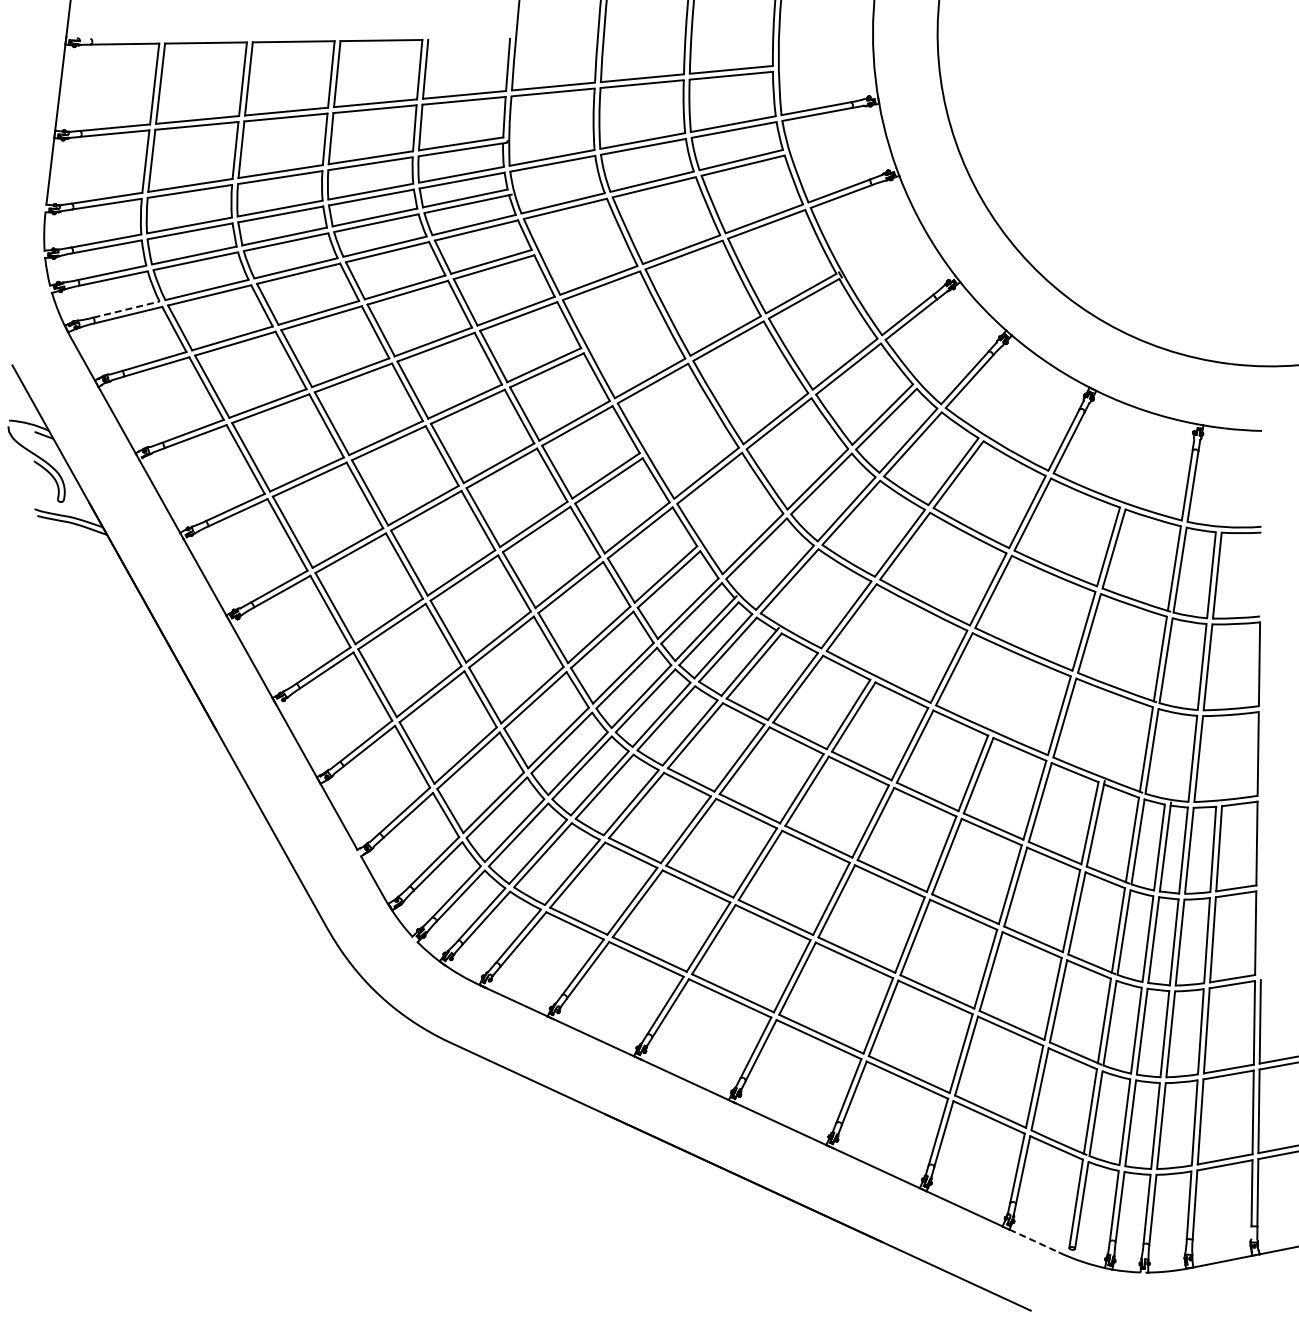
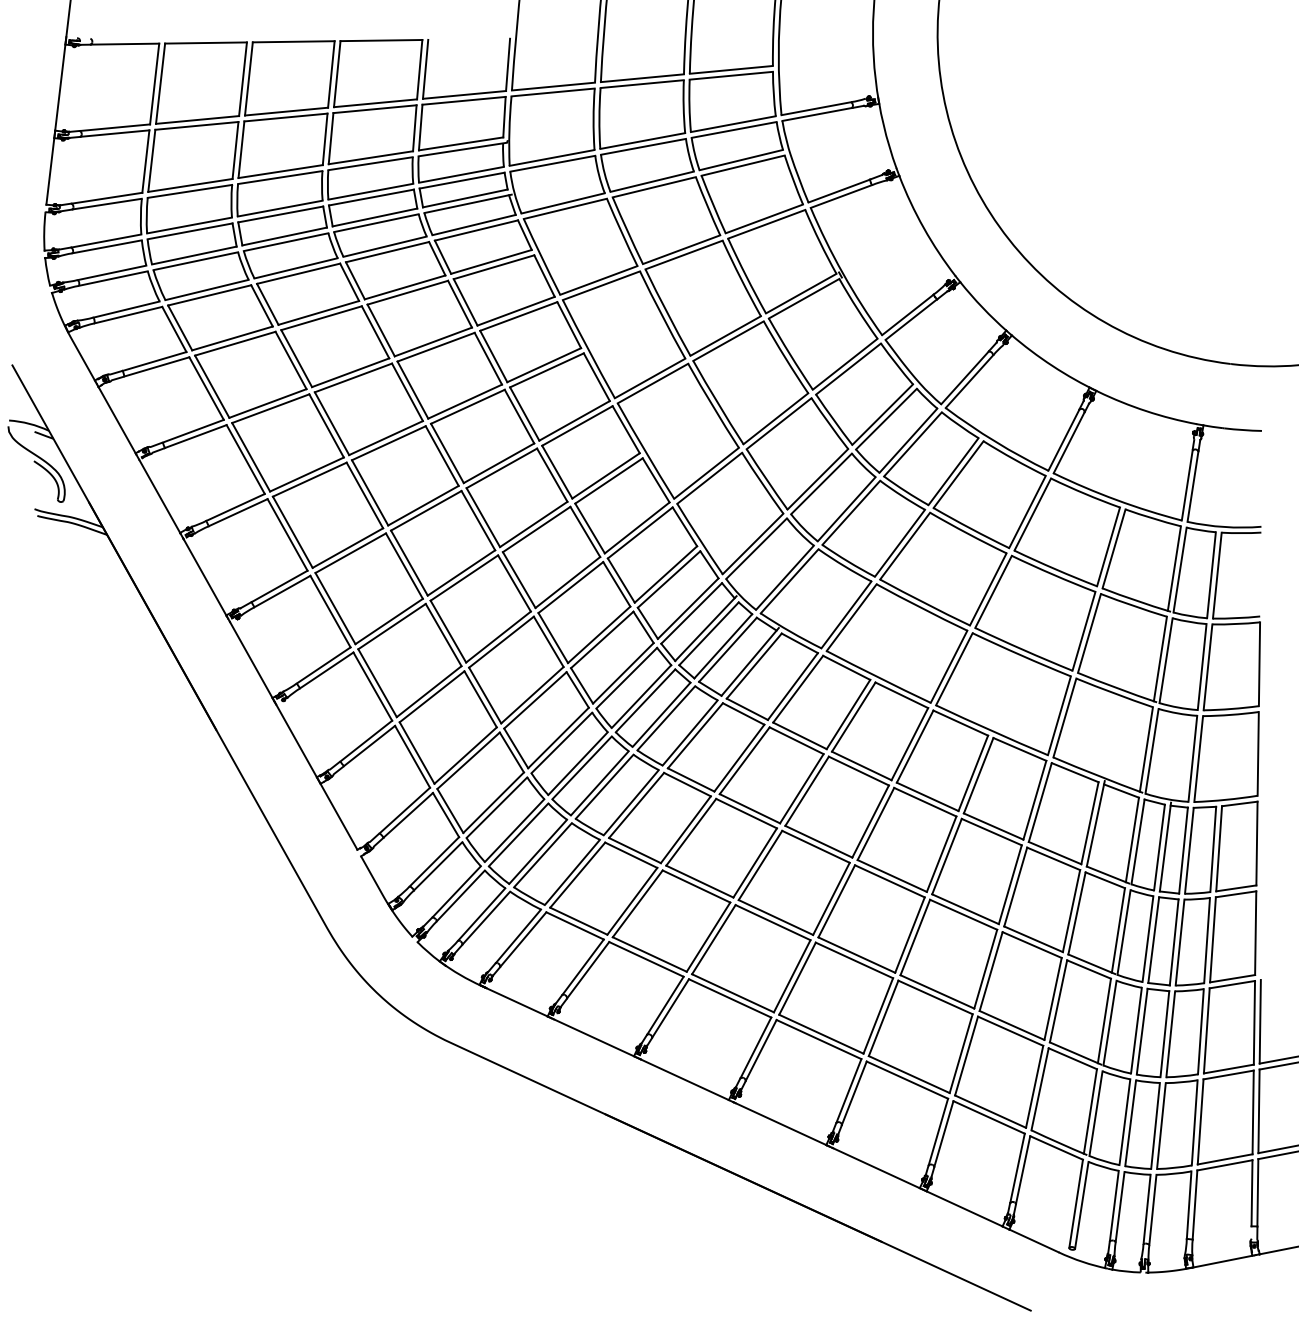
line at (127, 309): dashed -> solid
line at (1034, 1241): dashed -> solid
